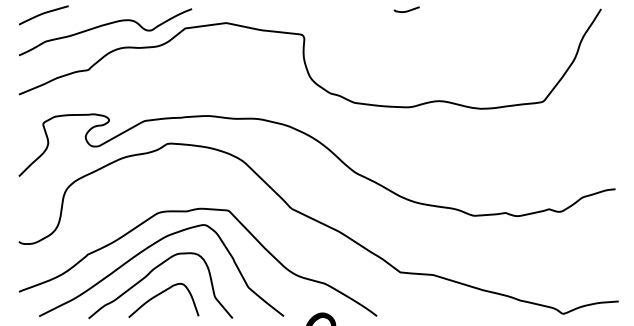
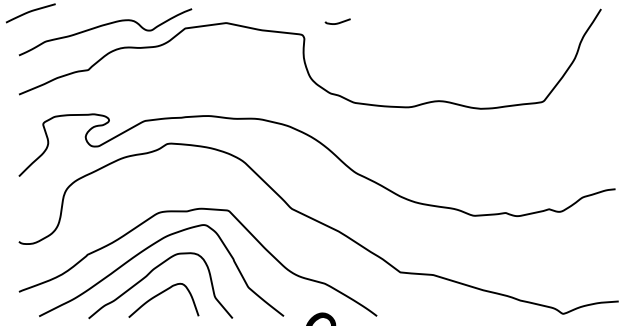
curve at (406, 10) position: (406, 10) -> (337, 22)
curve at (43, 14) position: (43, 14) -> (30, 12)
